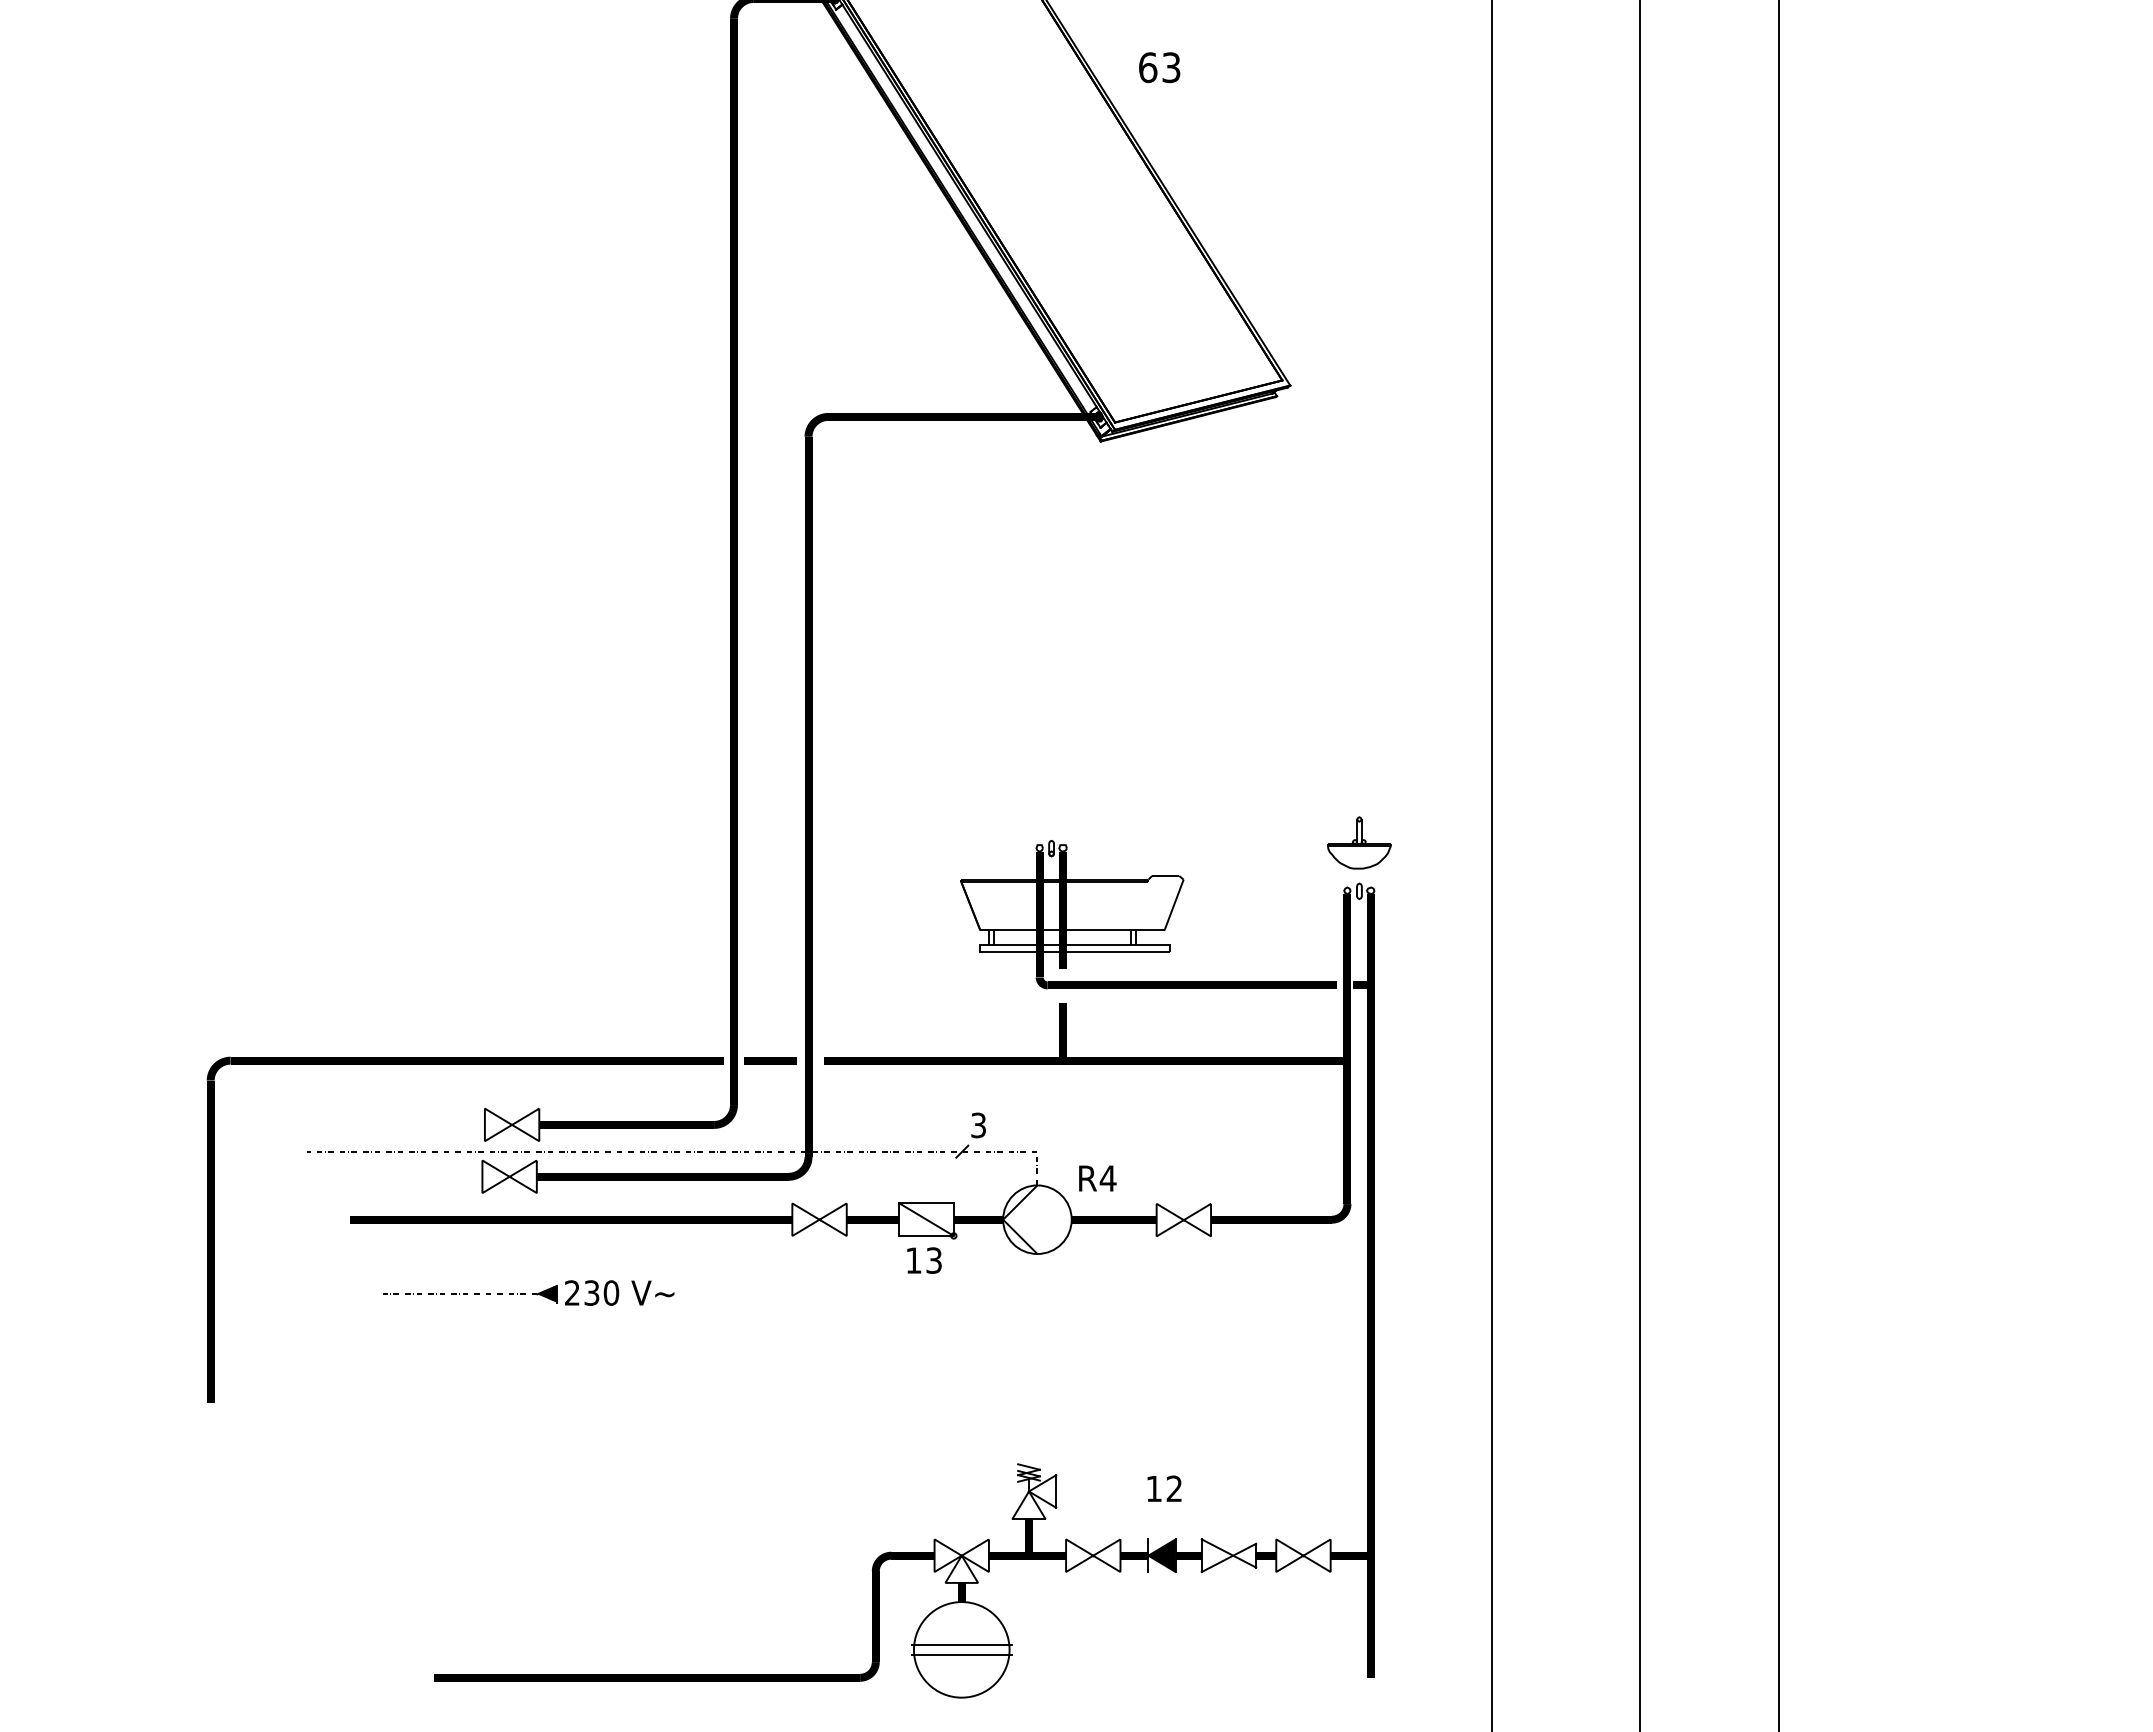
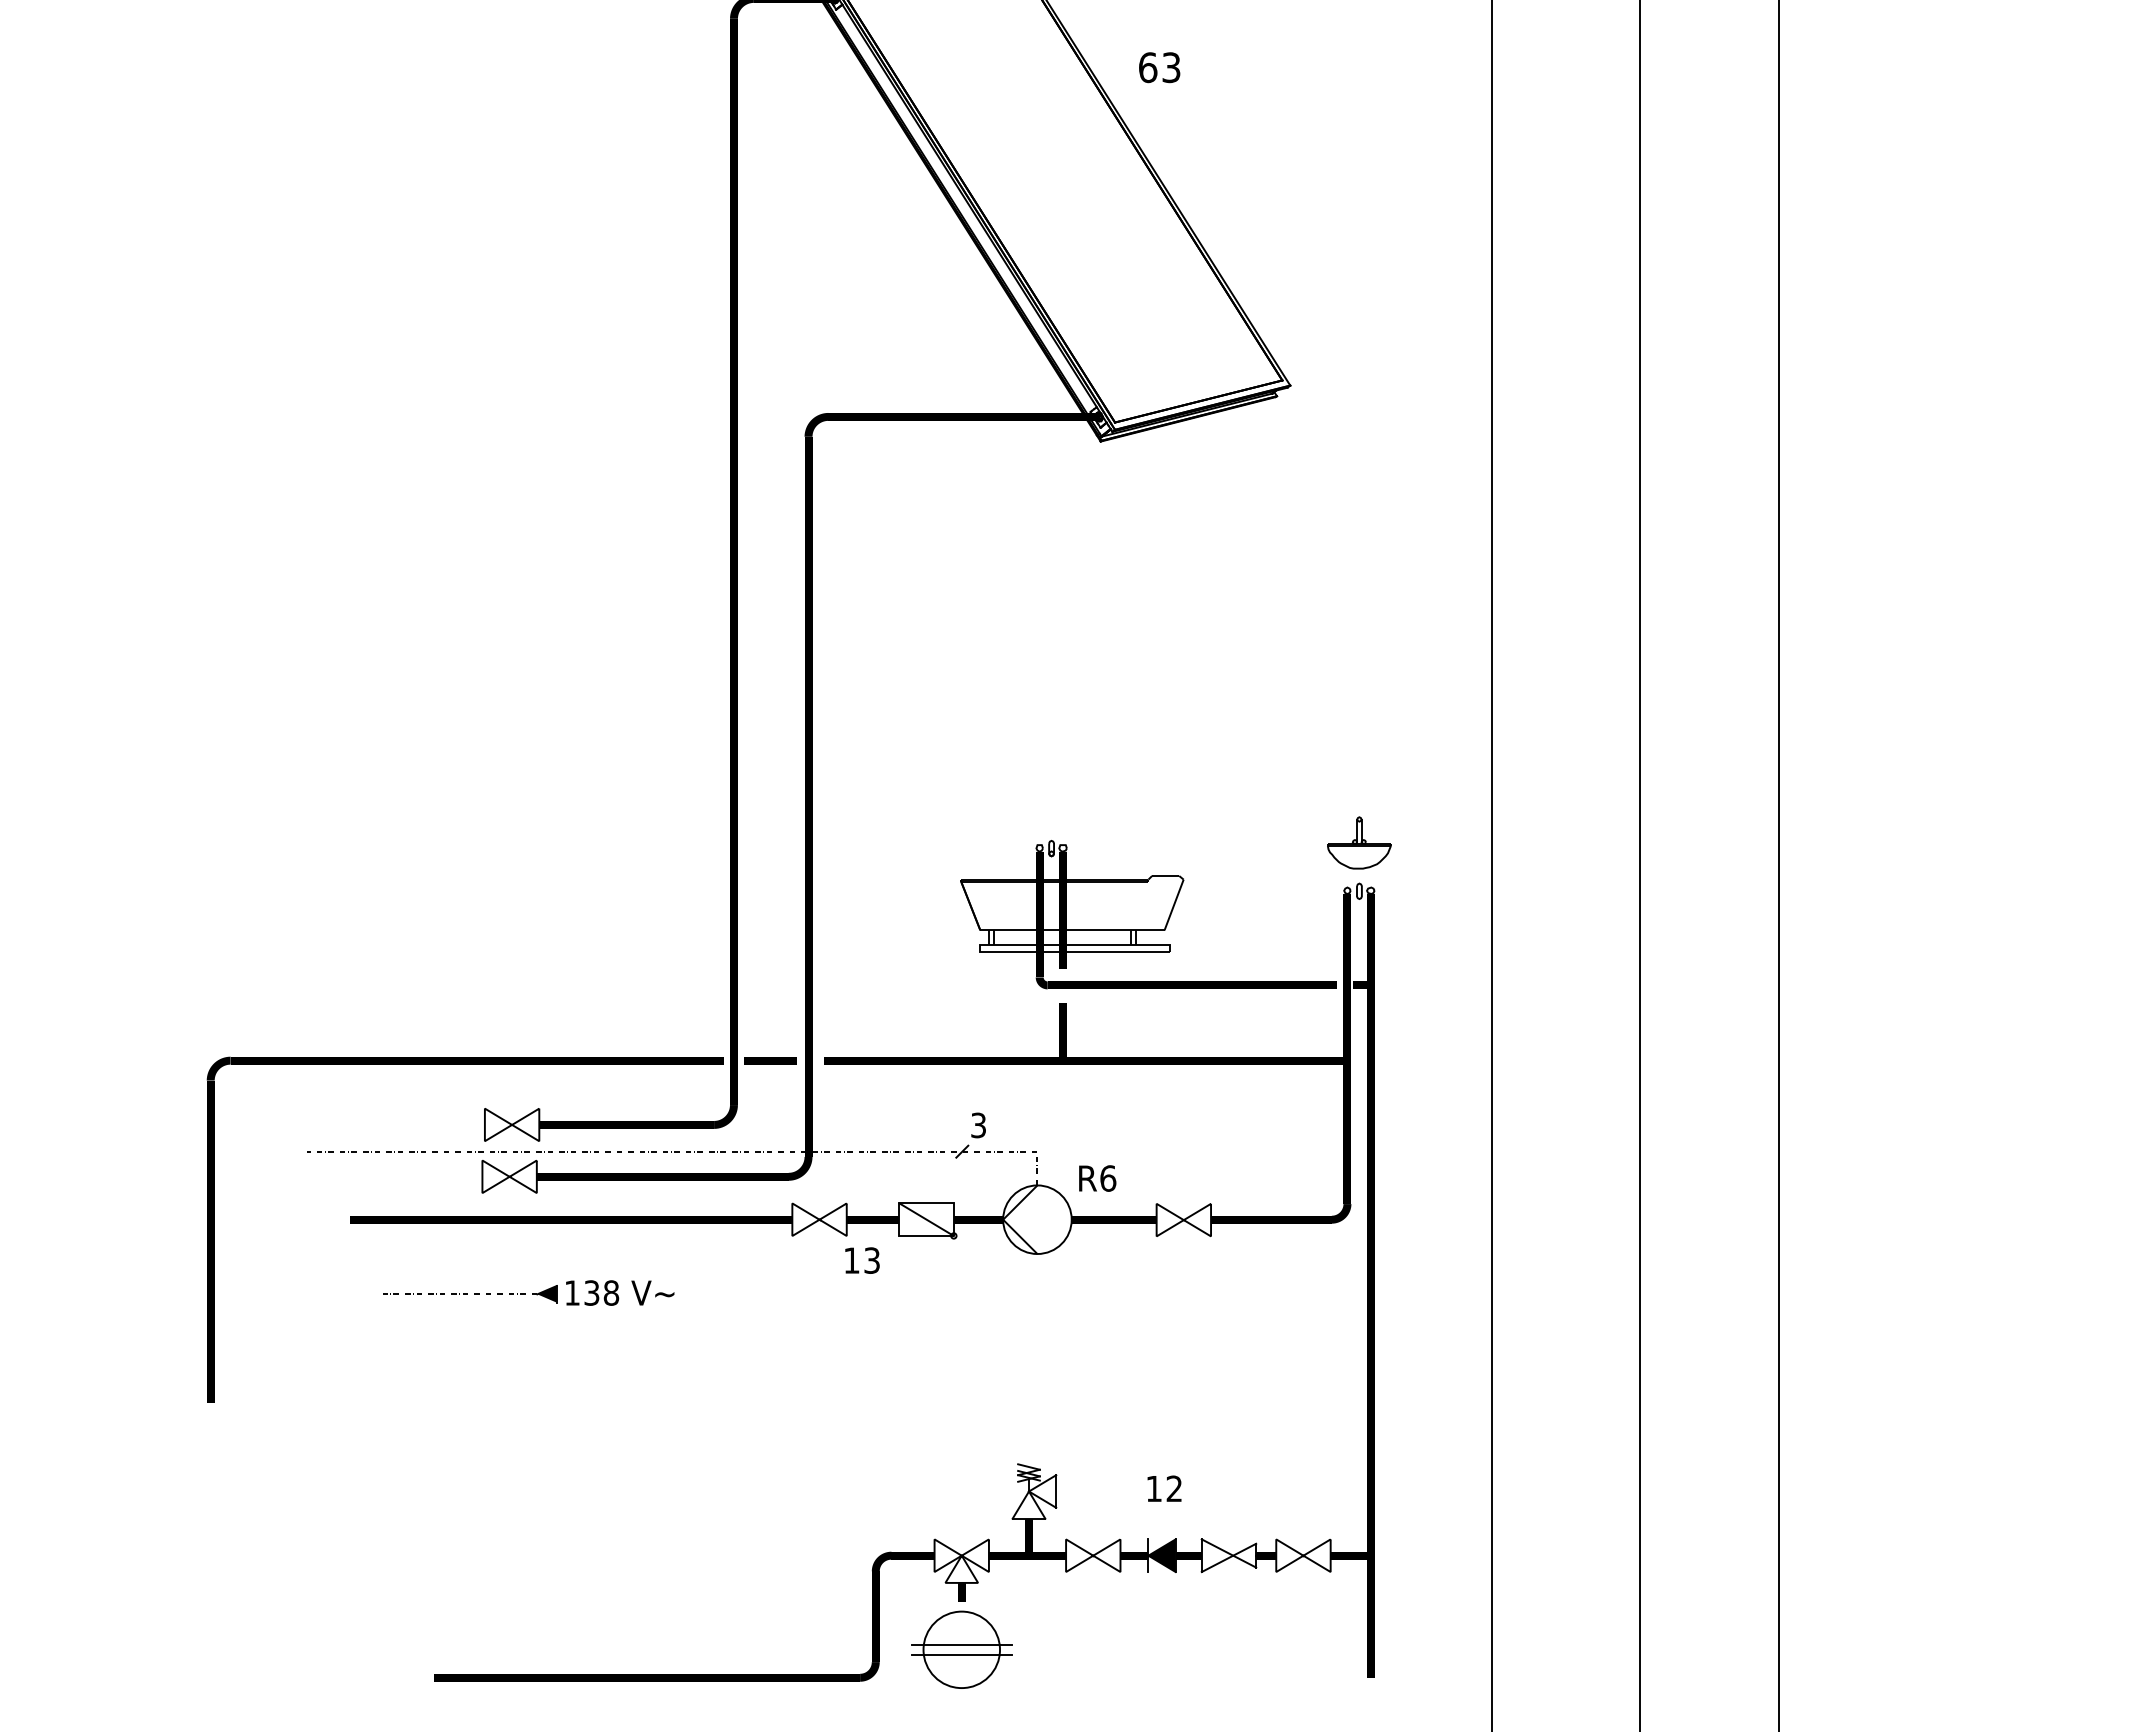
text at (1107, 1178): R4 -> R6
text at (924, 1260) position: (924, 1260) -> (862, 1260)
text at (592, 1292): 230 -> 138
circle at (961, 1649) diameter: 96 px -> 76 px
